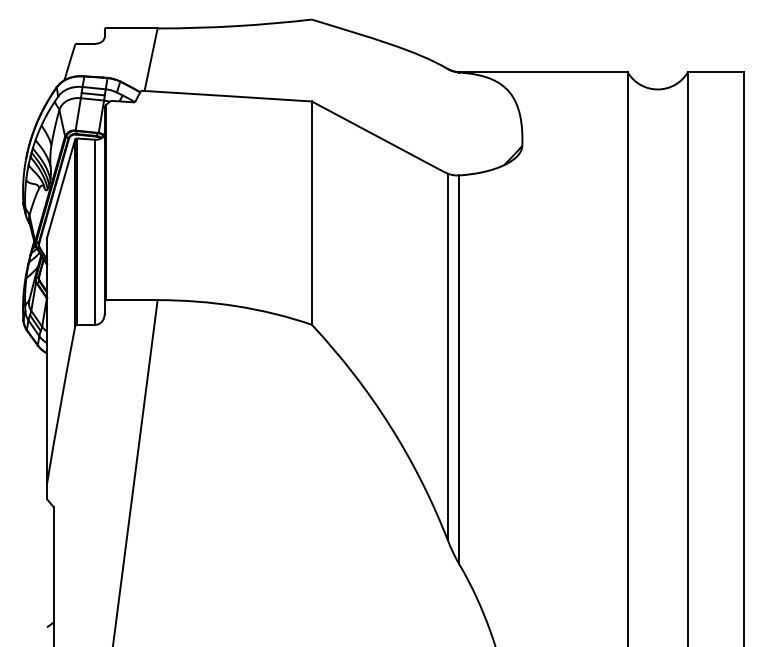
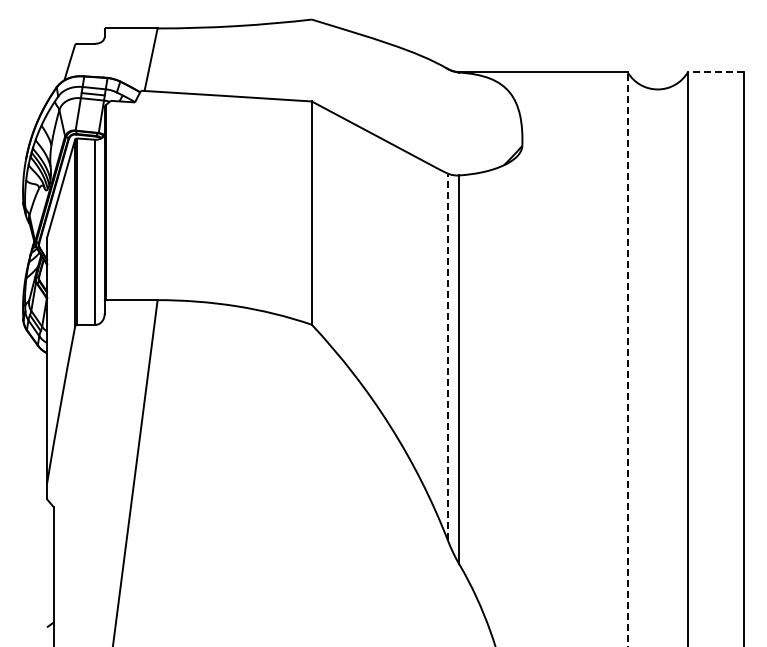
line at (716, 72): solid -> dashed
line at (447, 356): solid -> dashed
line at (627, 358): solid -> dashed
